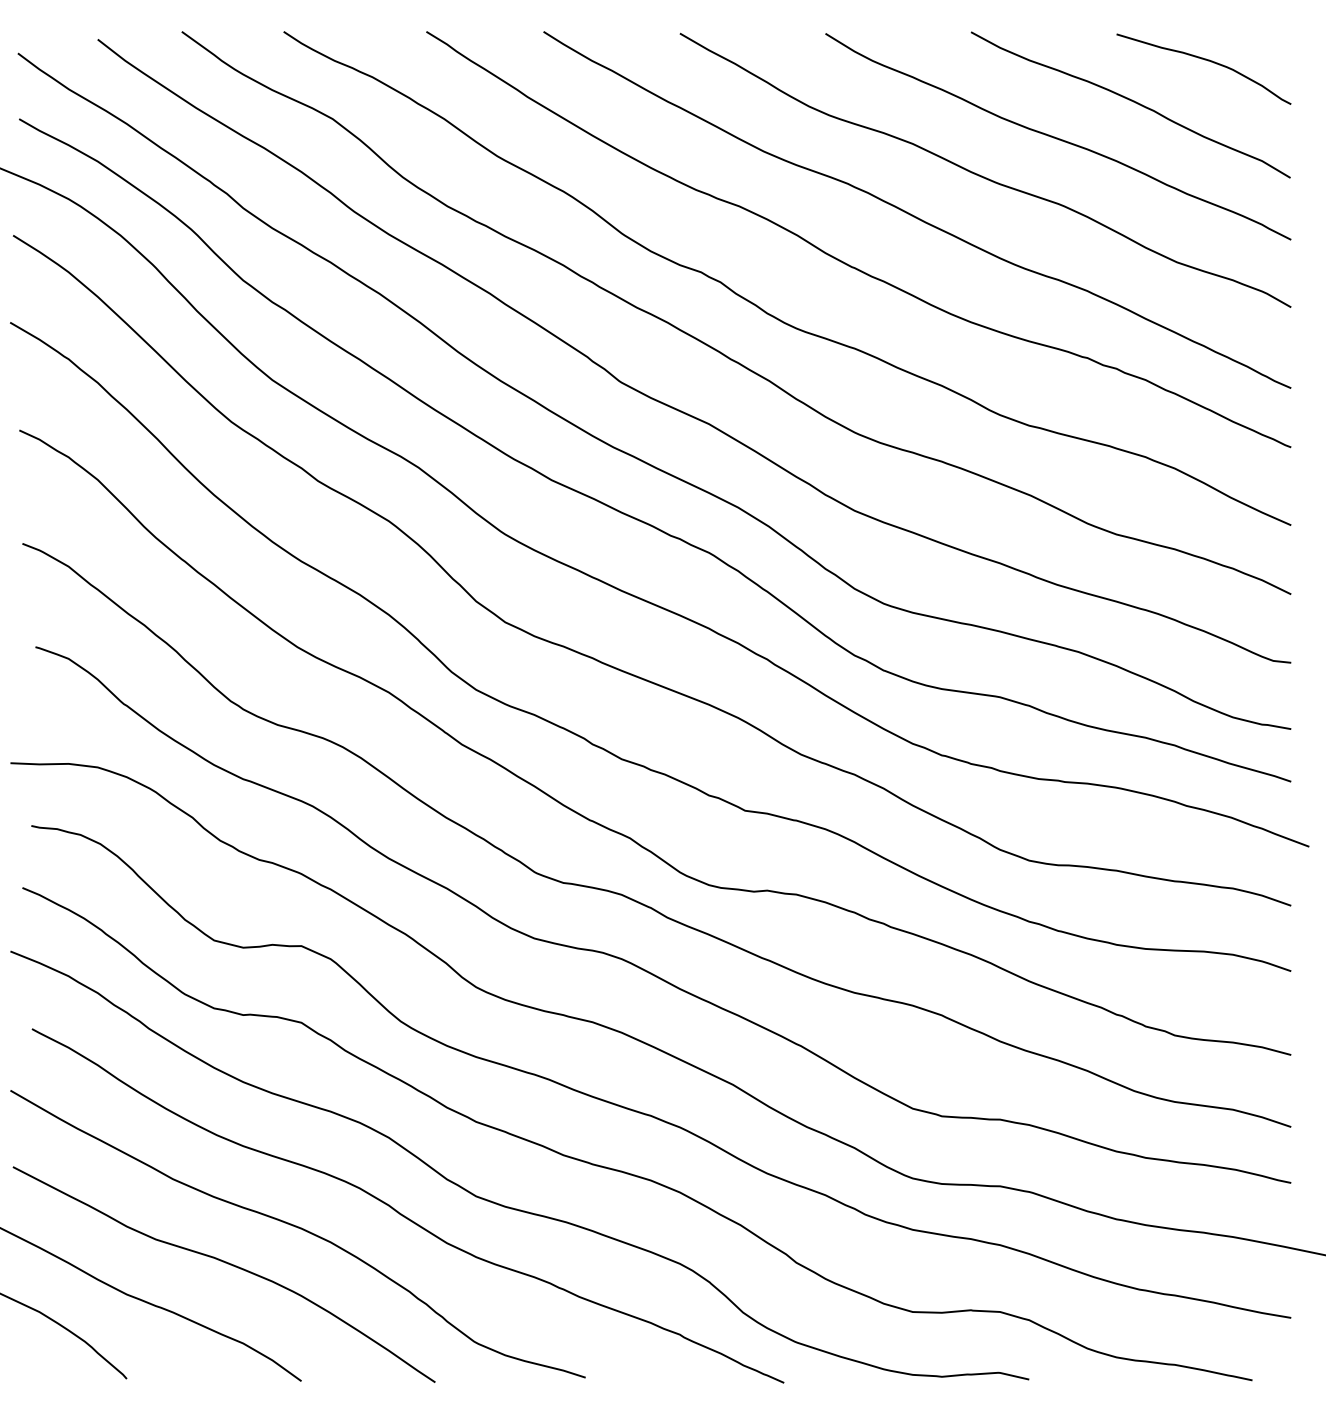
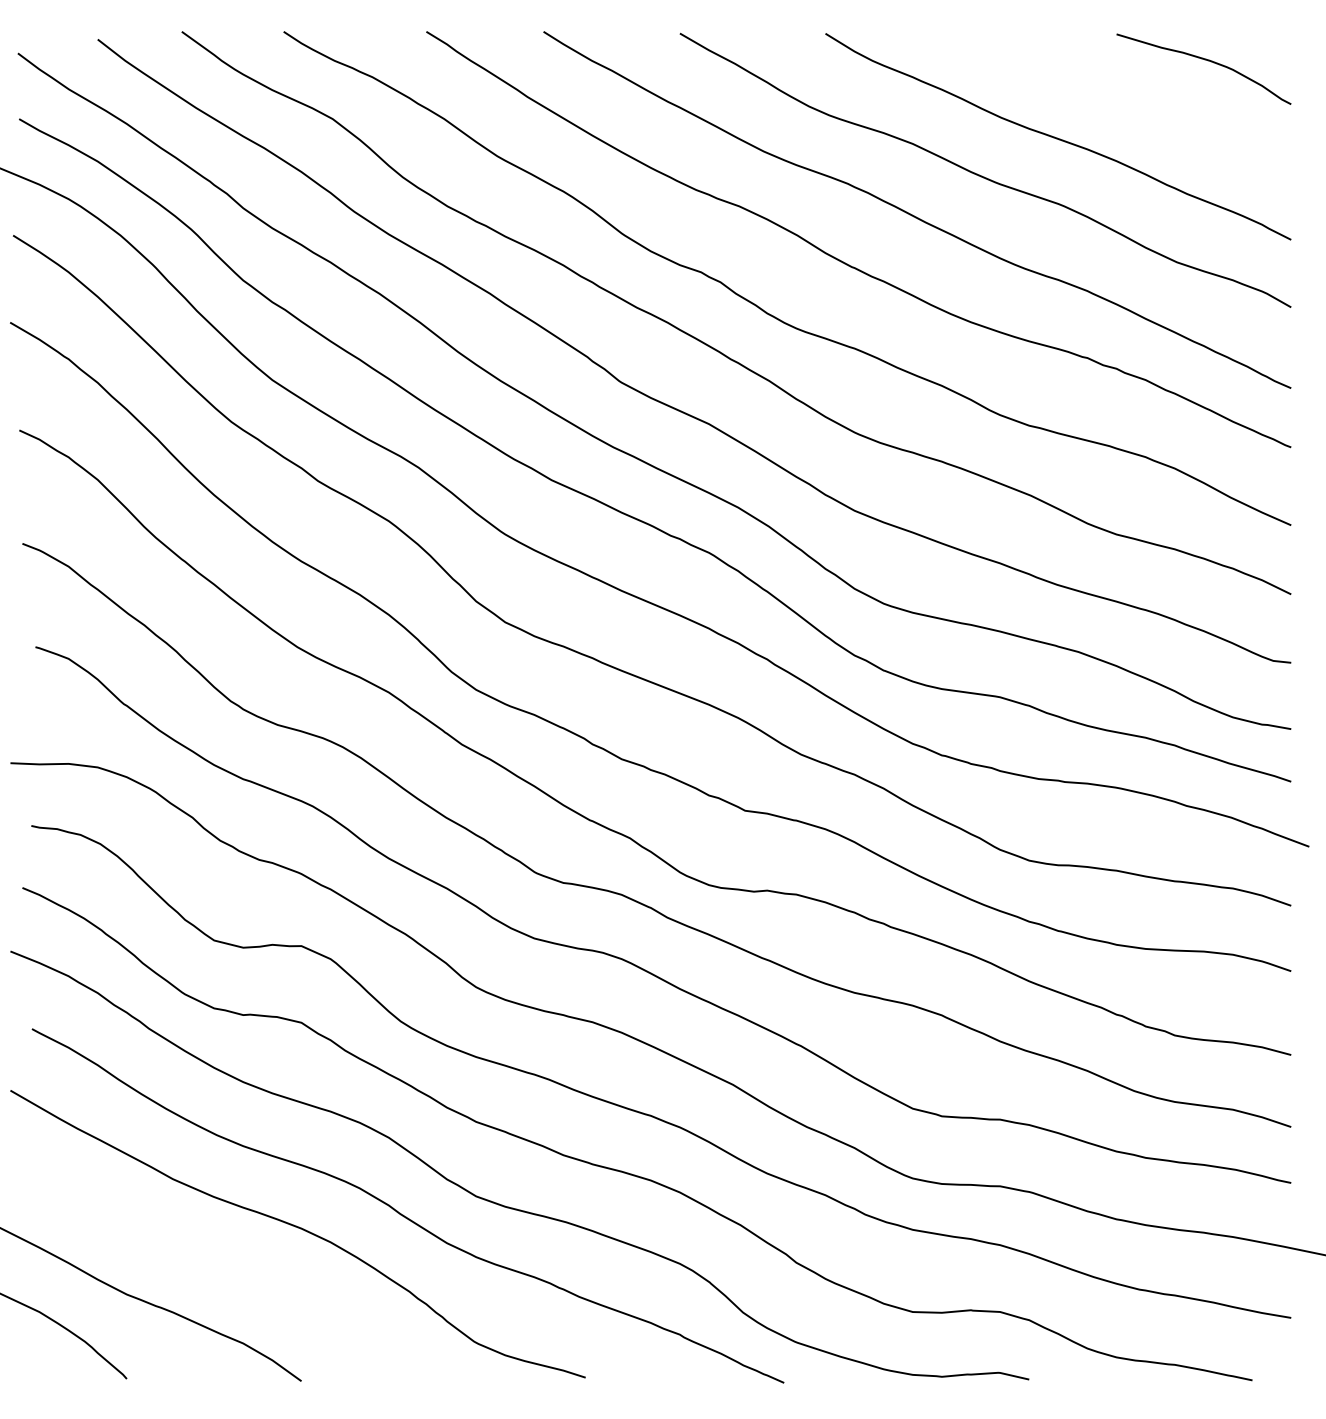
curve at (1131, 101): present -> none
curve at (227, 1264): present -> none
